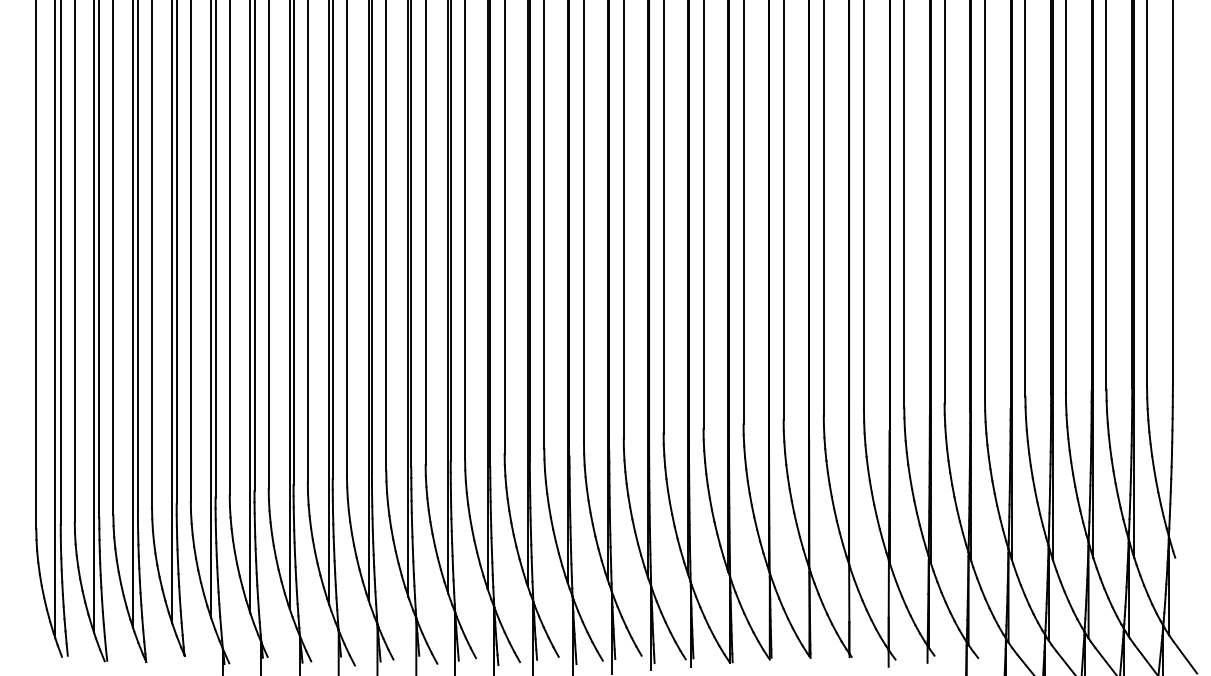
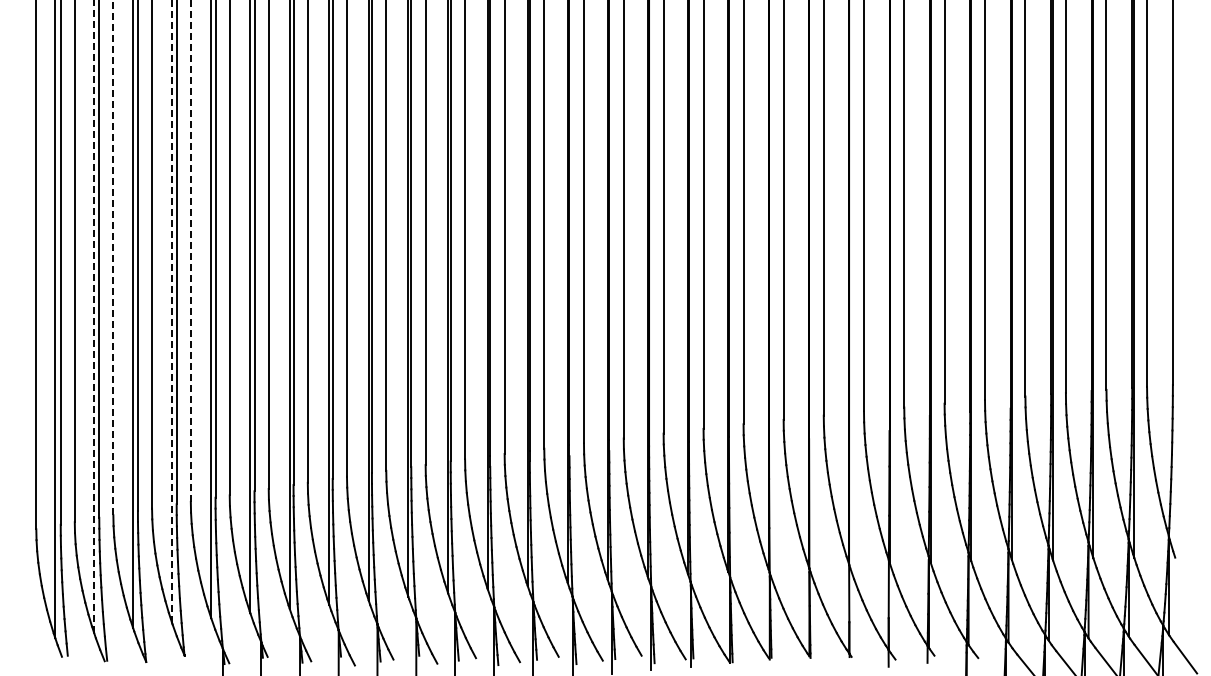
line at (190, 250): solid -> dashed
line at (113, 257): solid -> dashed
line at (172, 311): solid -> dashed
line at (94, 316): solid -> dashed
